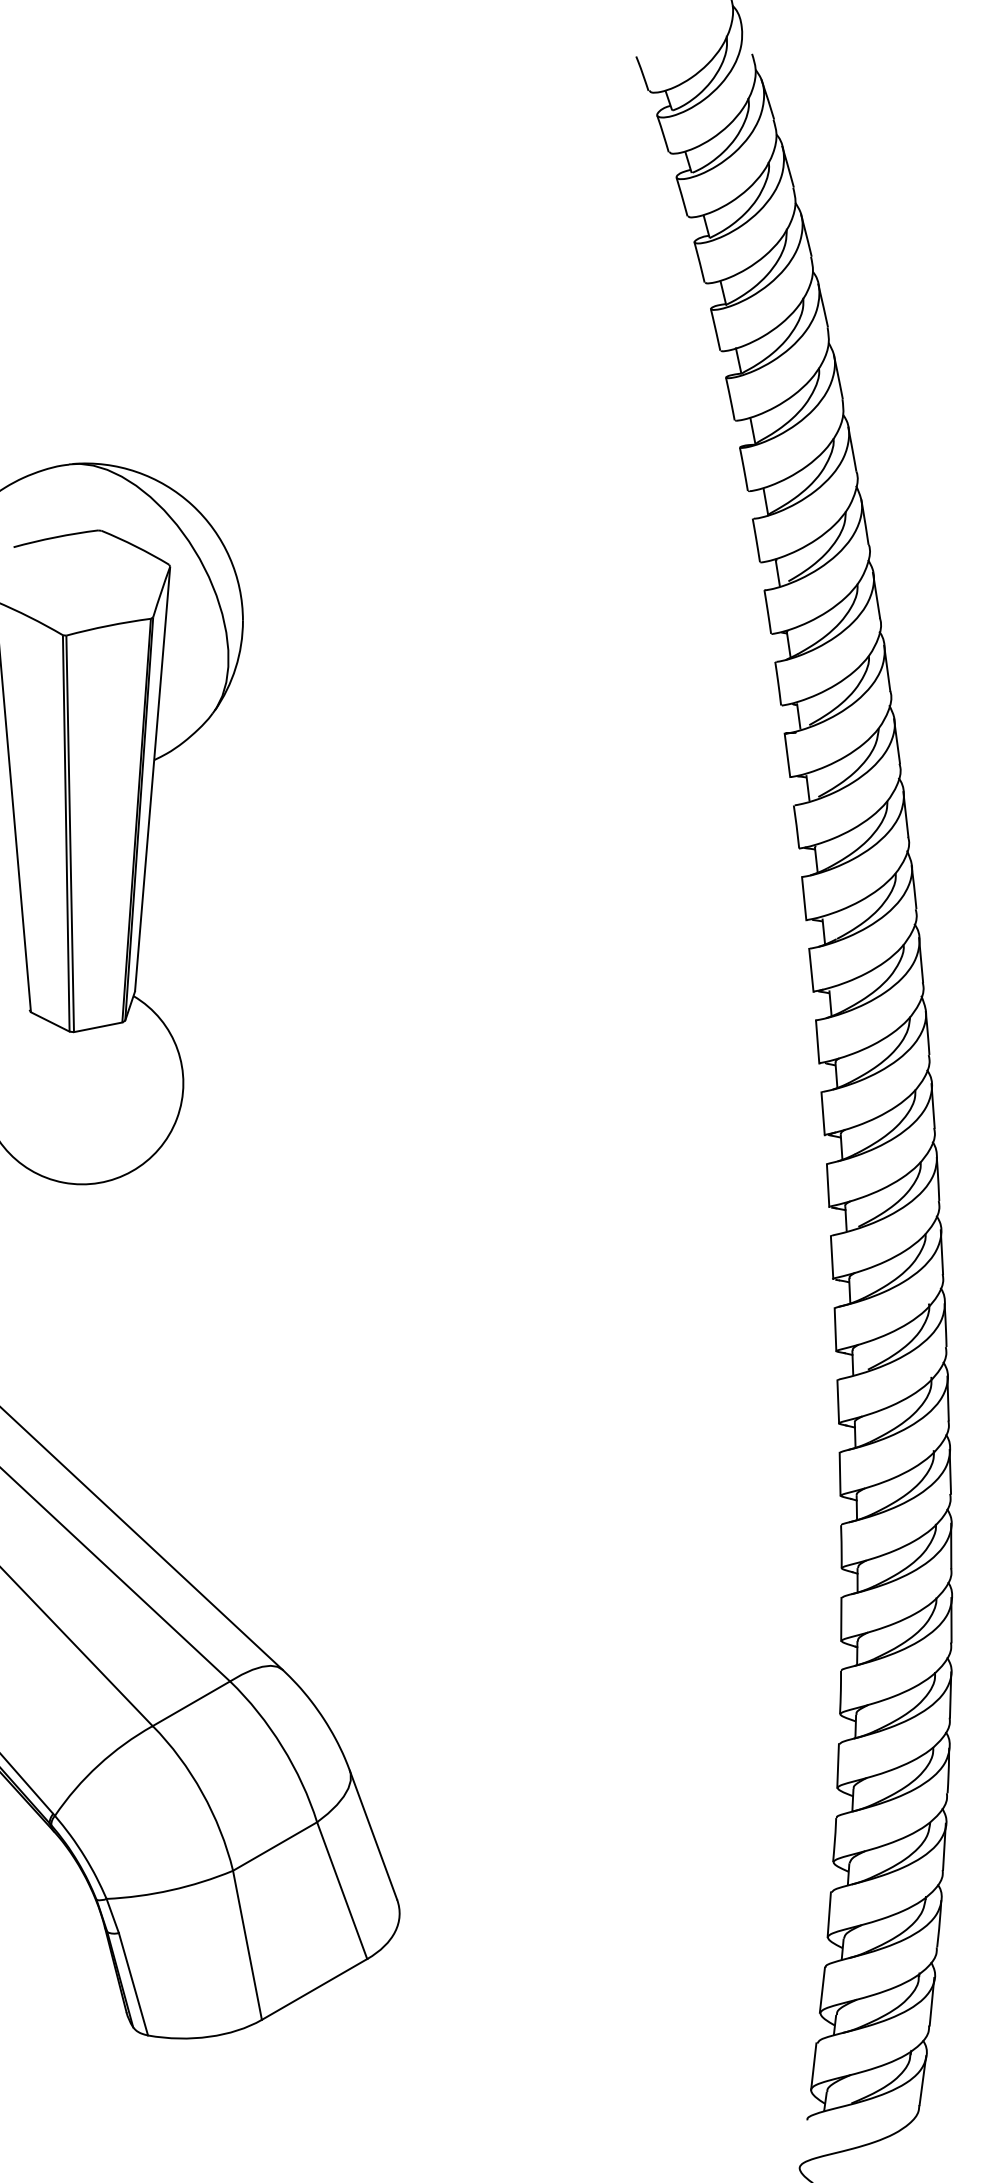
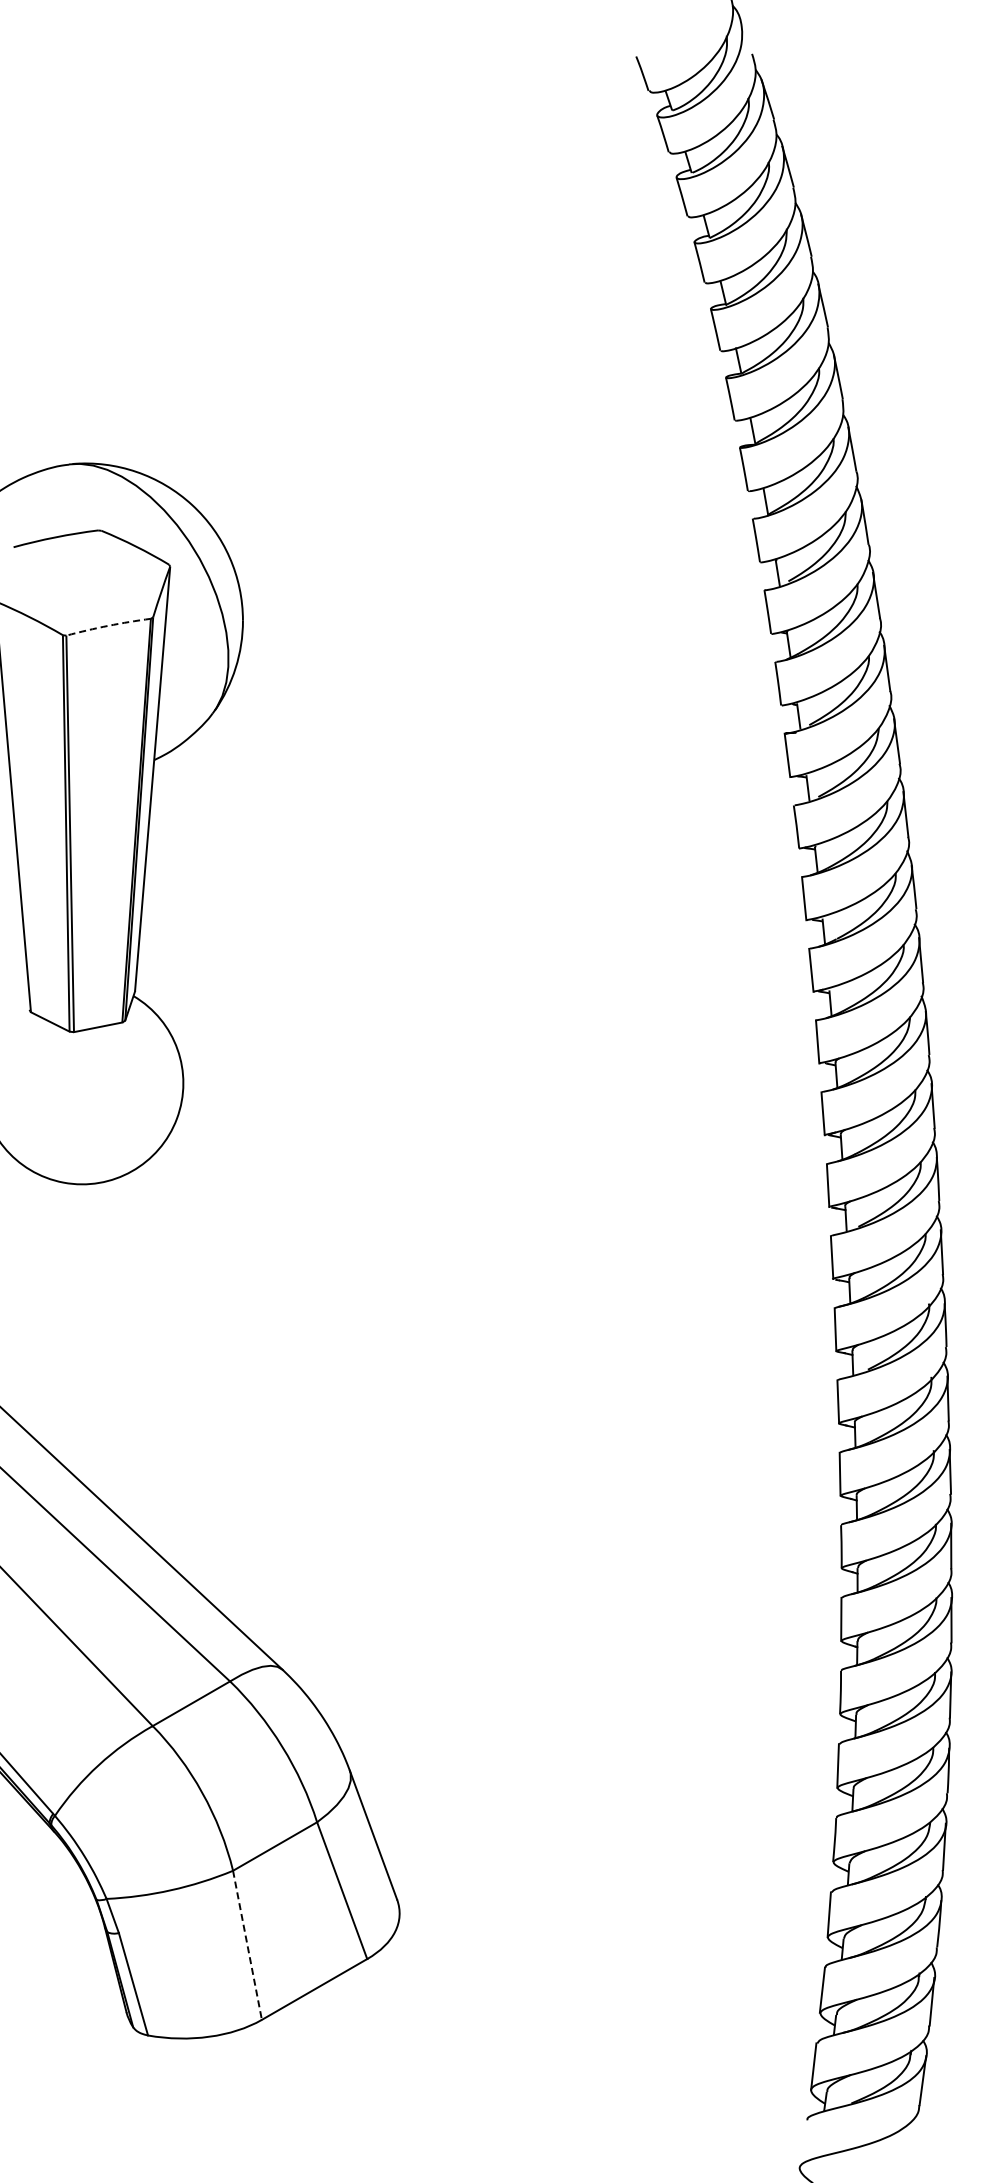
arc at (108, 625): solid -> dashed
line at (247, 1945): solid -> dashed
